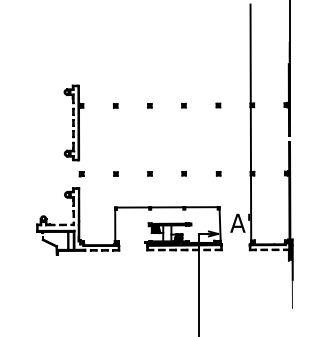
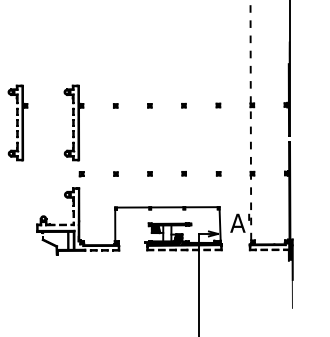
part at (17, 122): none -> present
line at (250, 122): solid -> dashed
